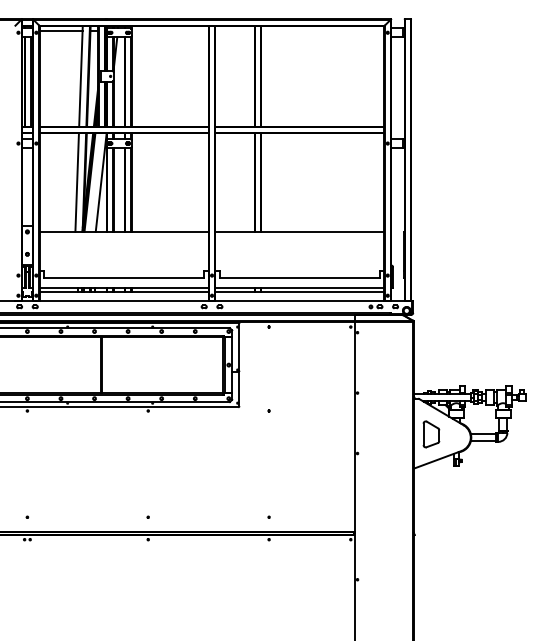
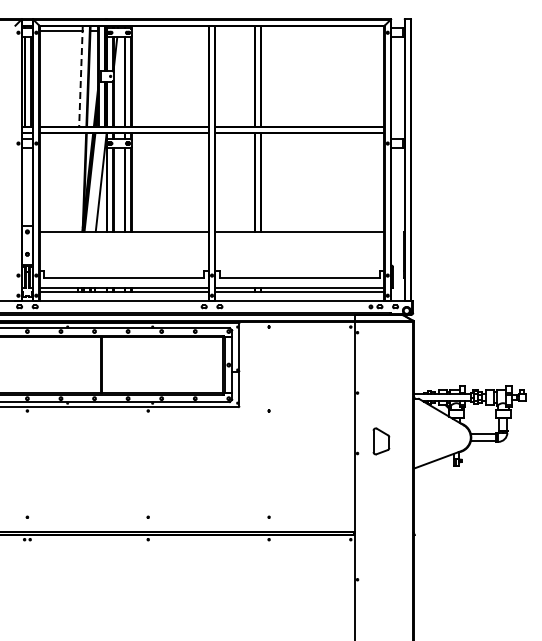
line at (80, 76): solid -> dashed
line at (76, 182): present -> none
part at (431, 434) position: (431, 434) -> (381, 441)
